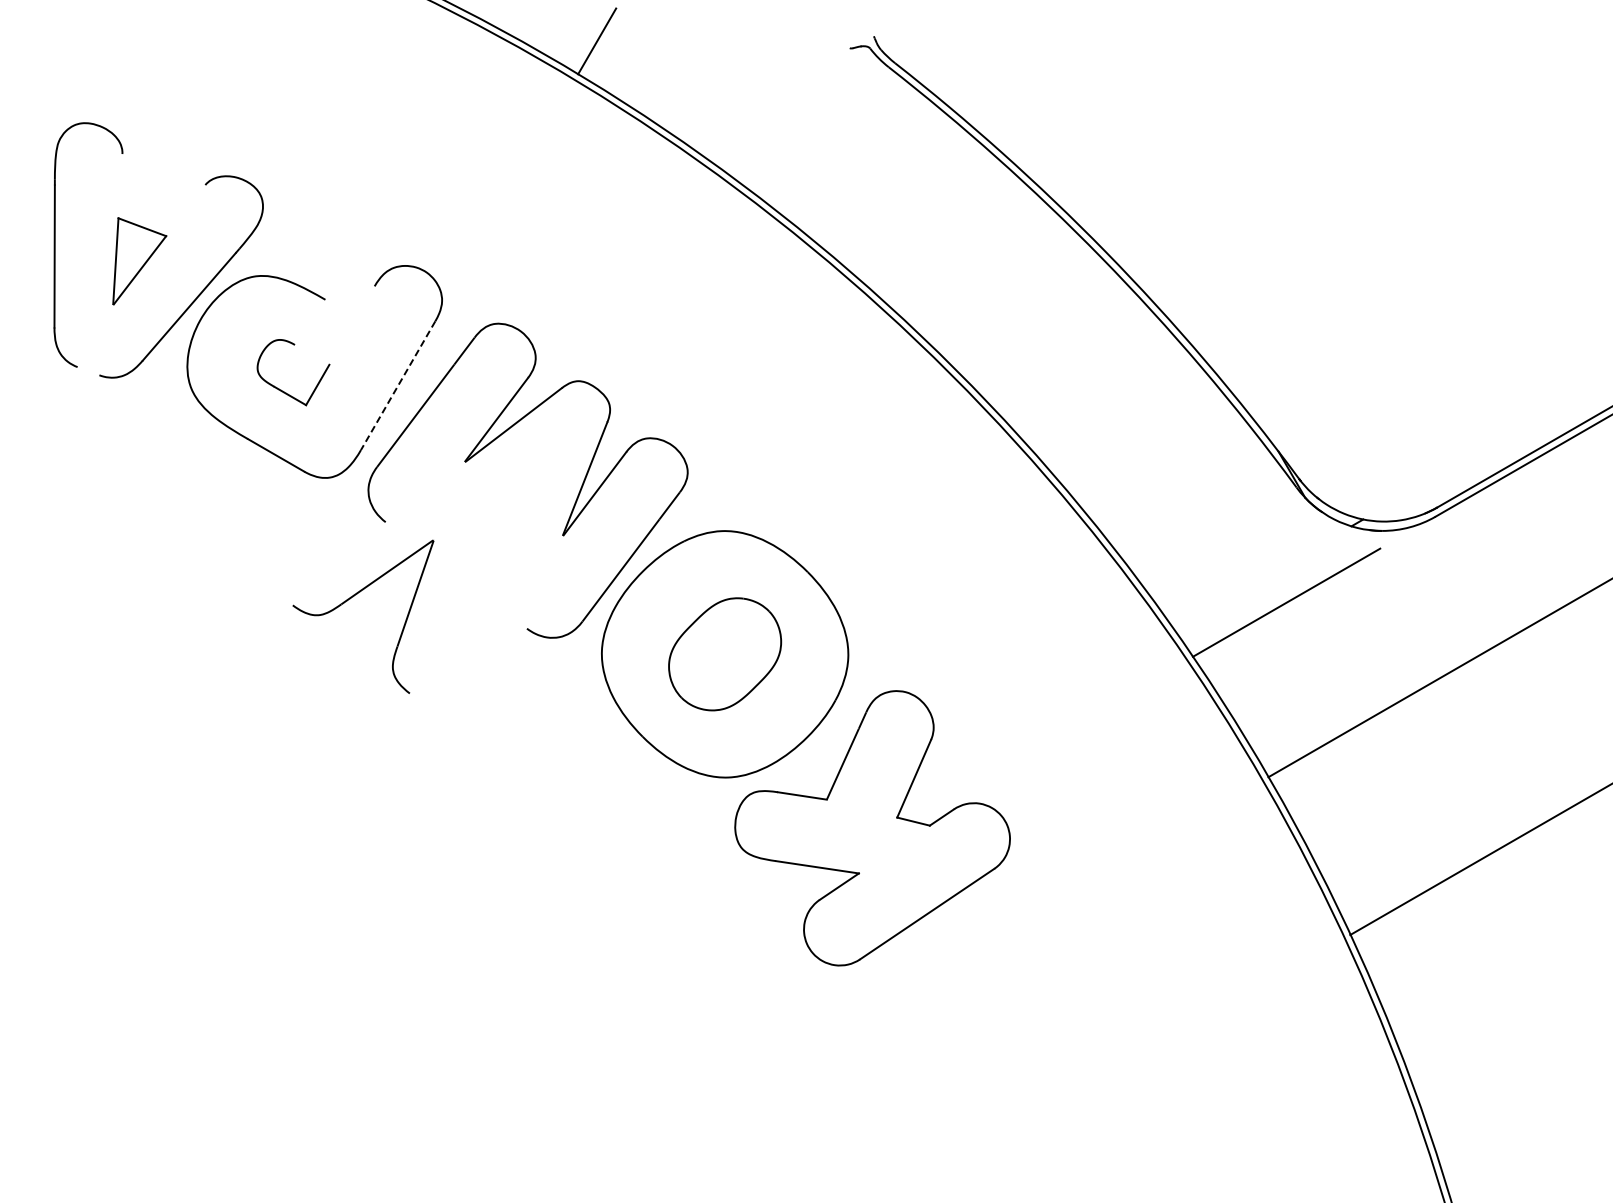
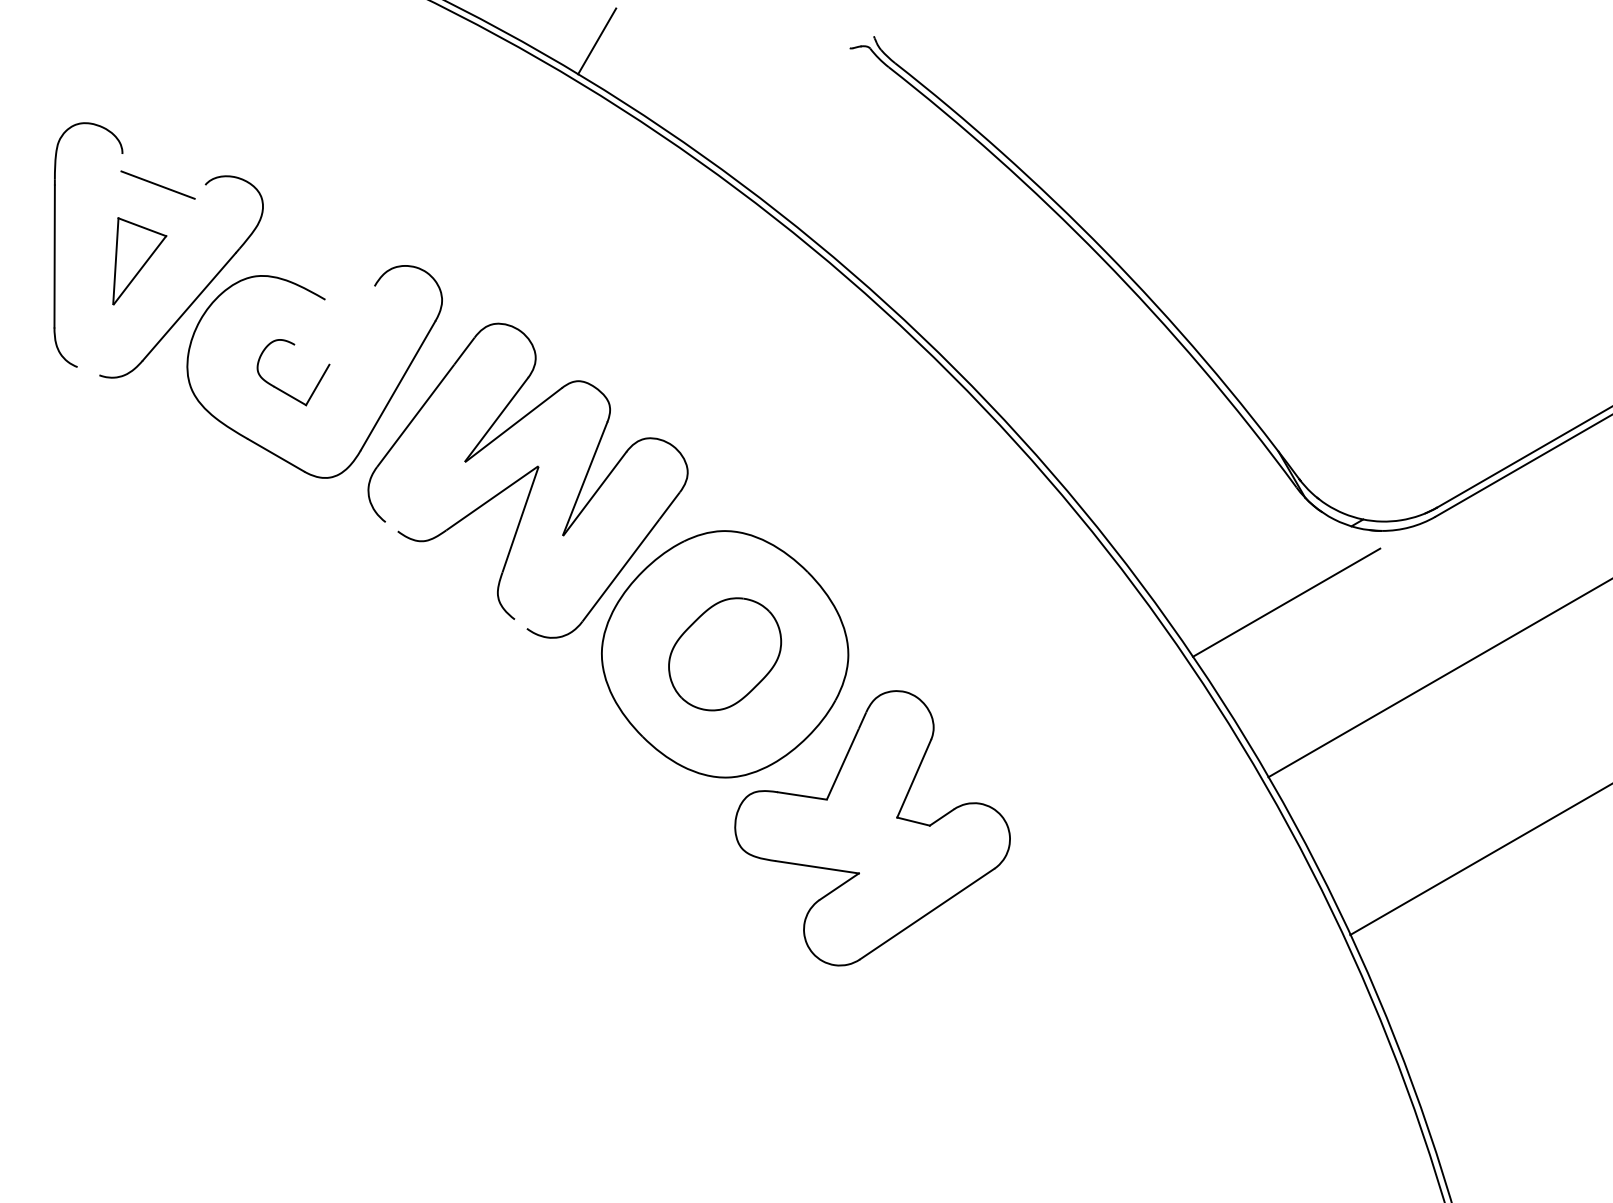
line at (157, 184): none -> present
line at (397, 386): dashed -> solid
part at (350, 599) position: (350, 599) -> (455, 525)
